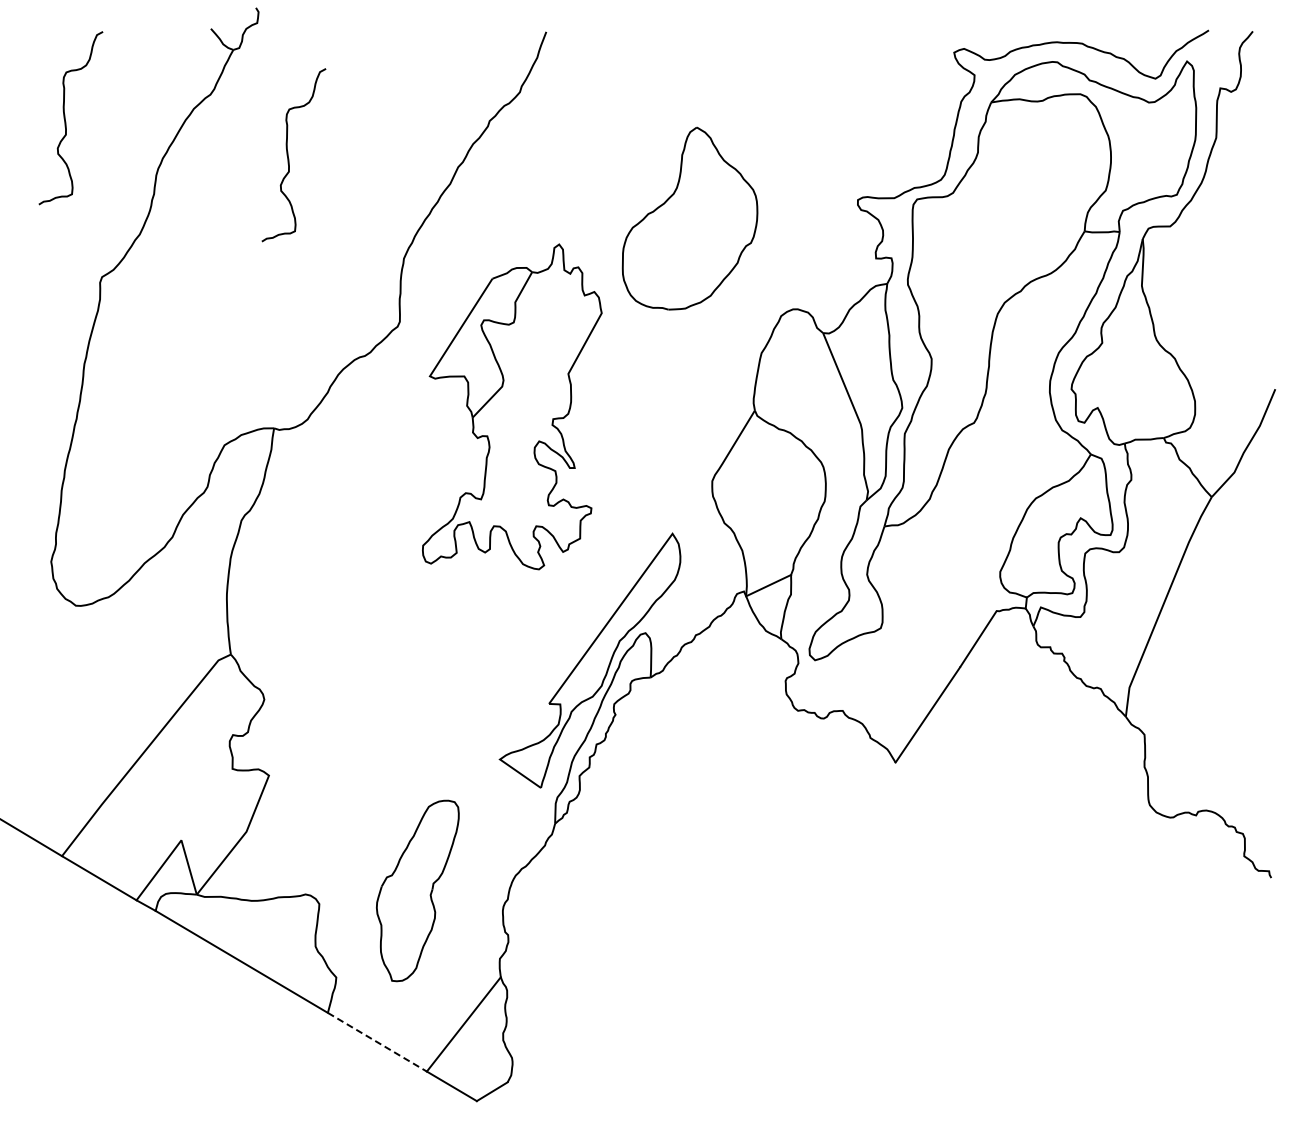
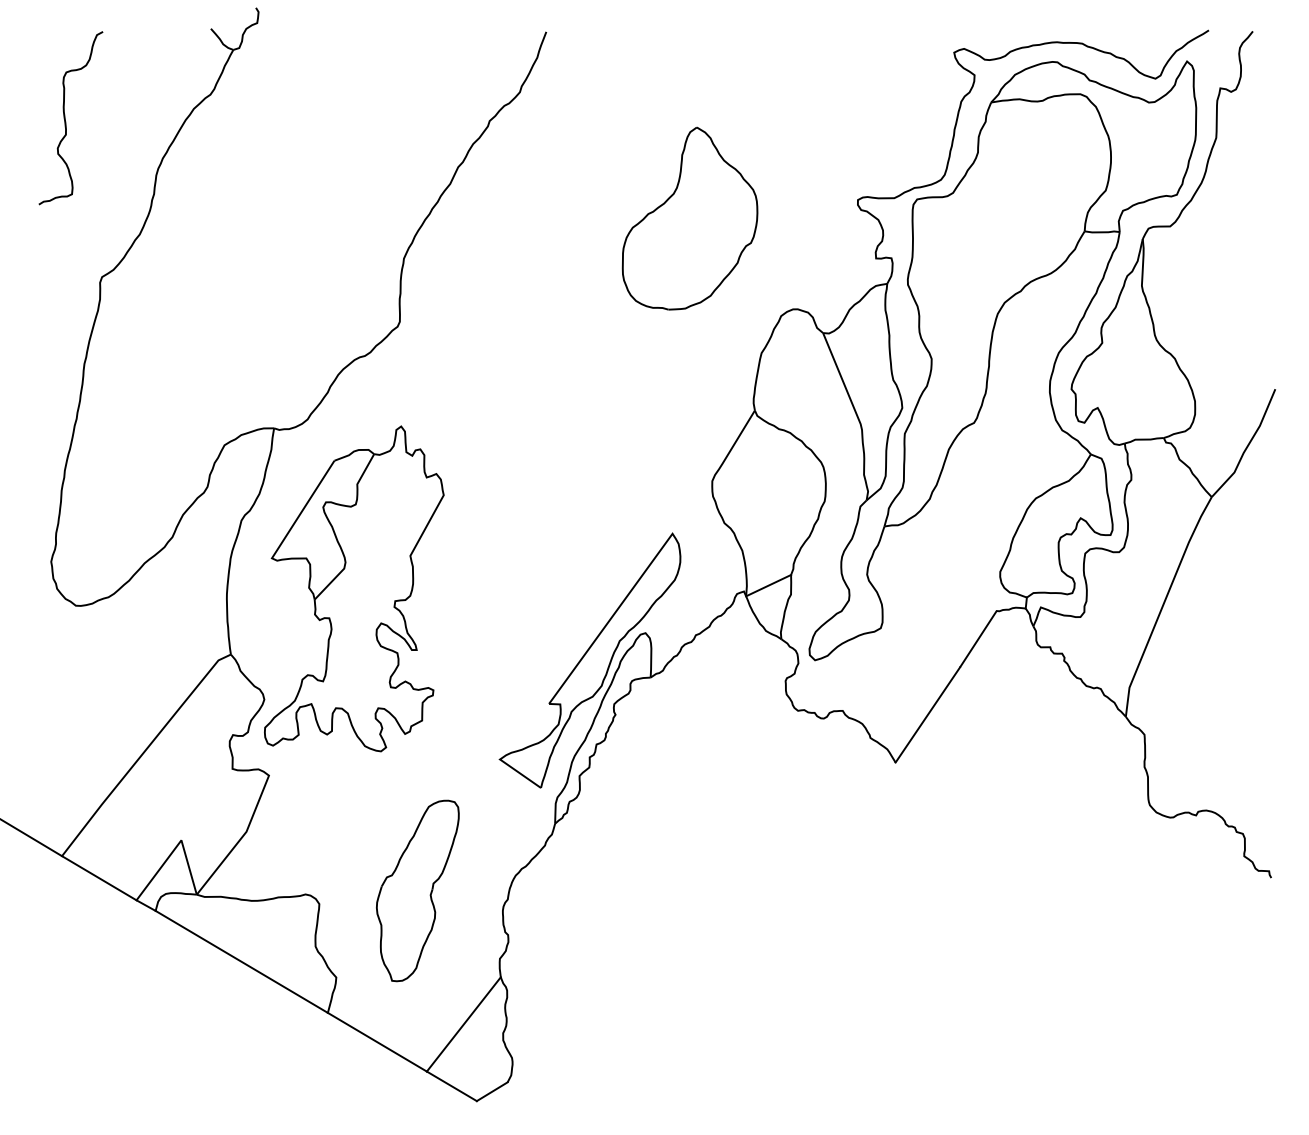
curve at (288, 155): present -> none
part at (512, 406) position: (512, 406) -> (354, 588)
line at (377, 1042): dashed -> solid
